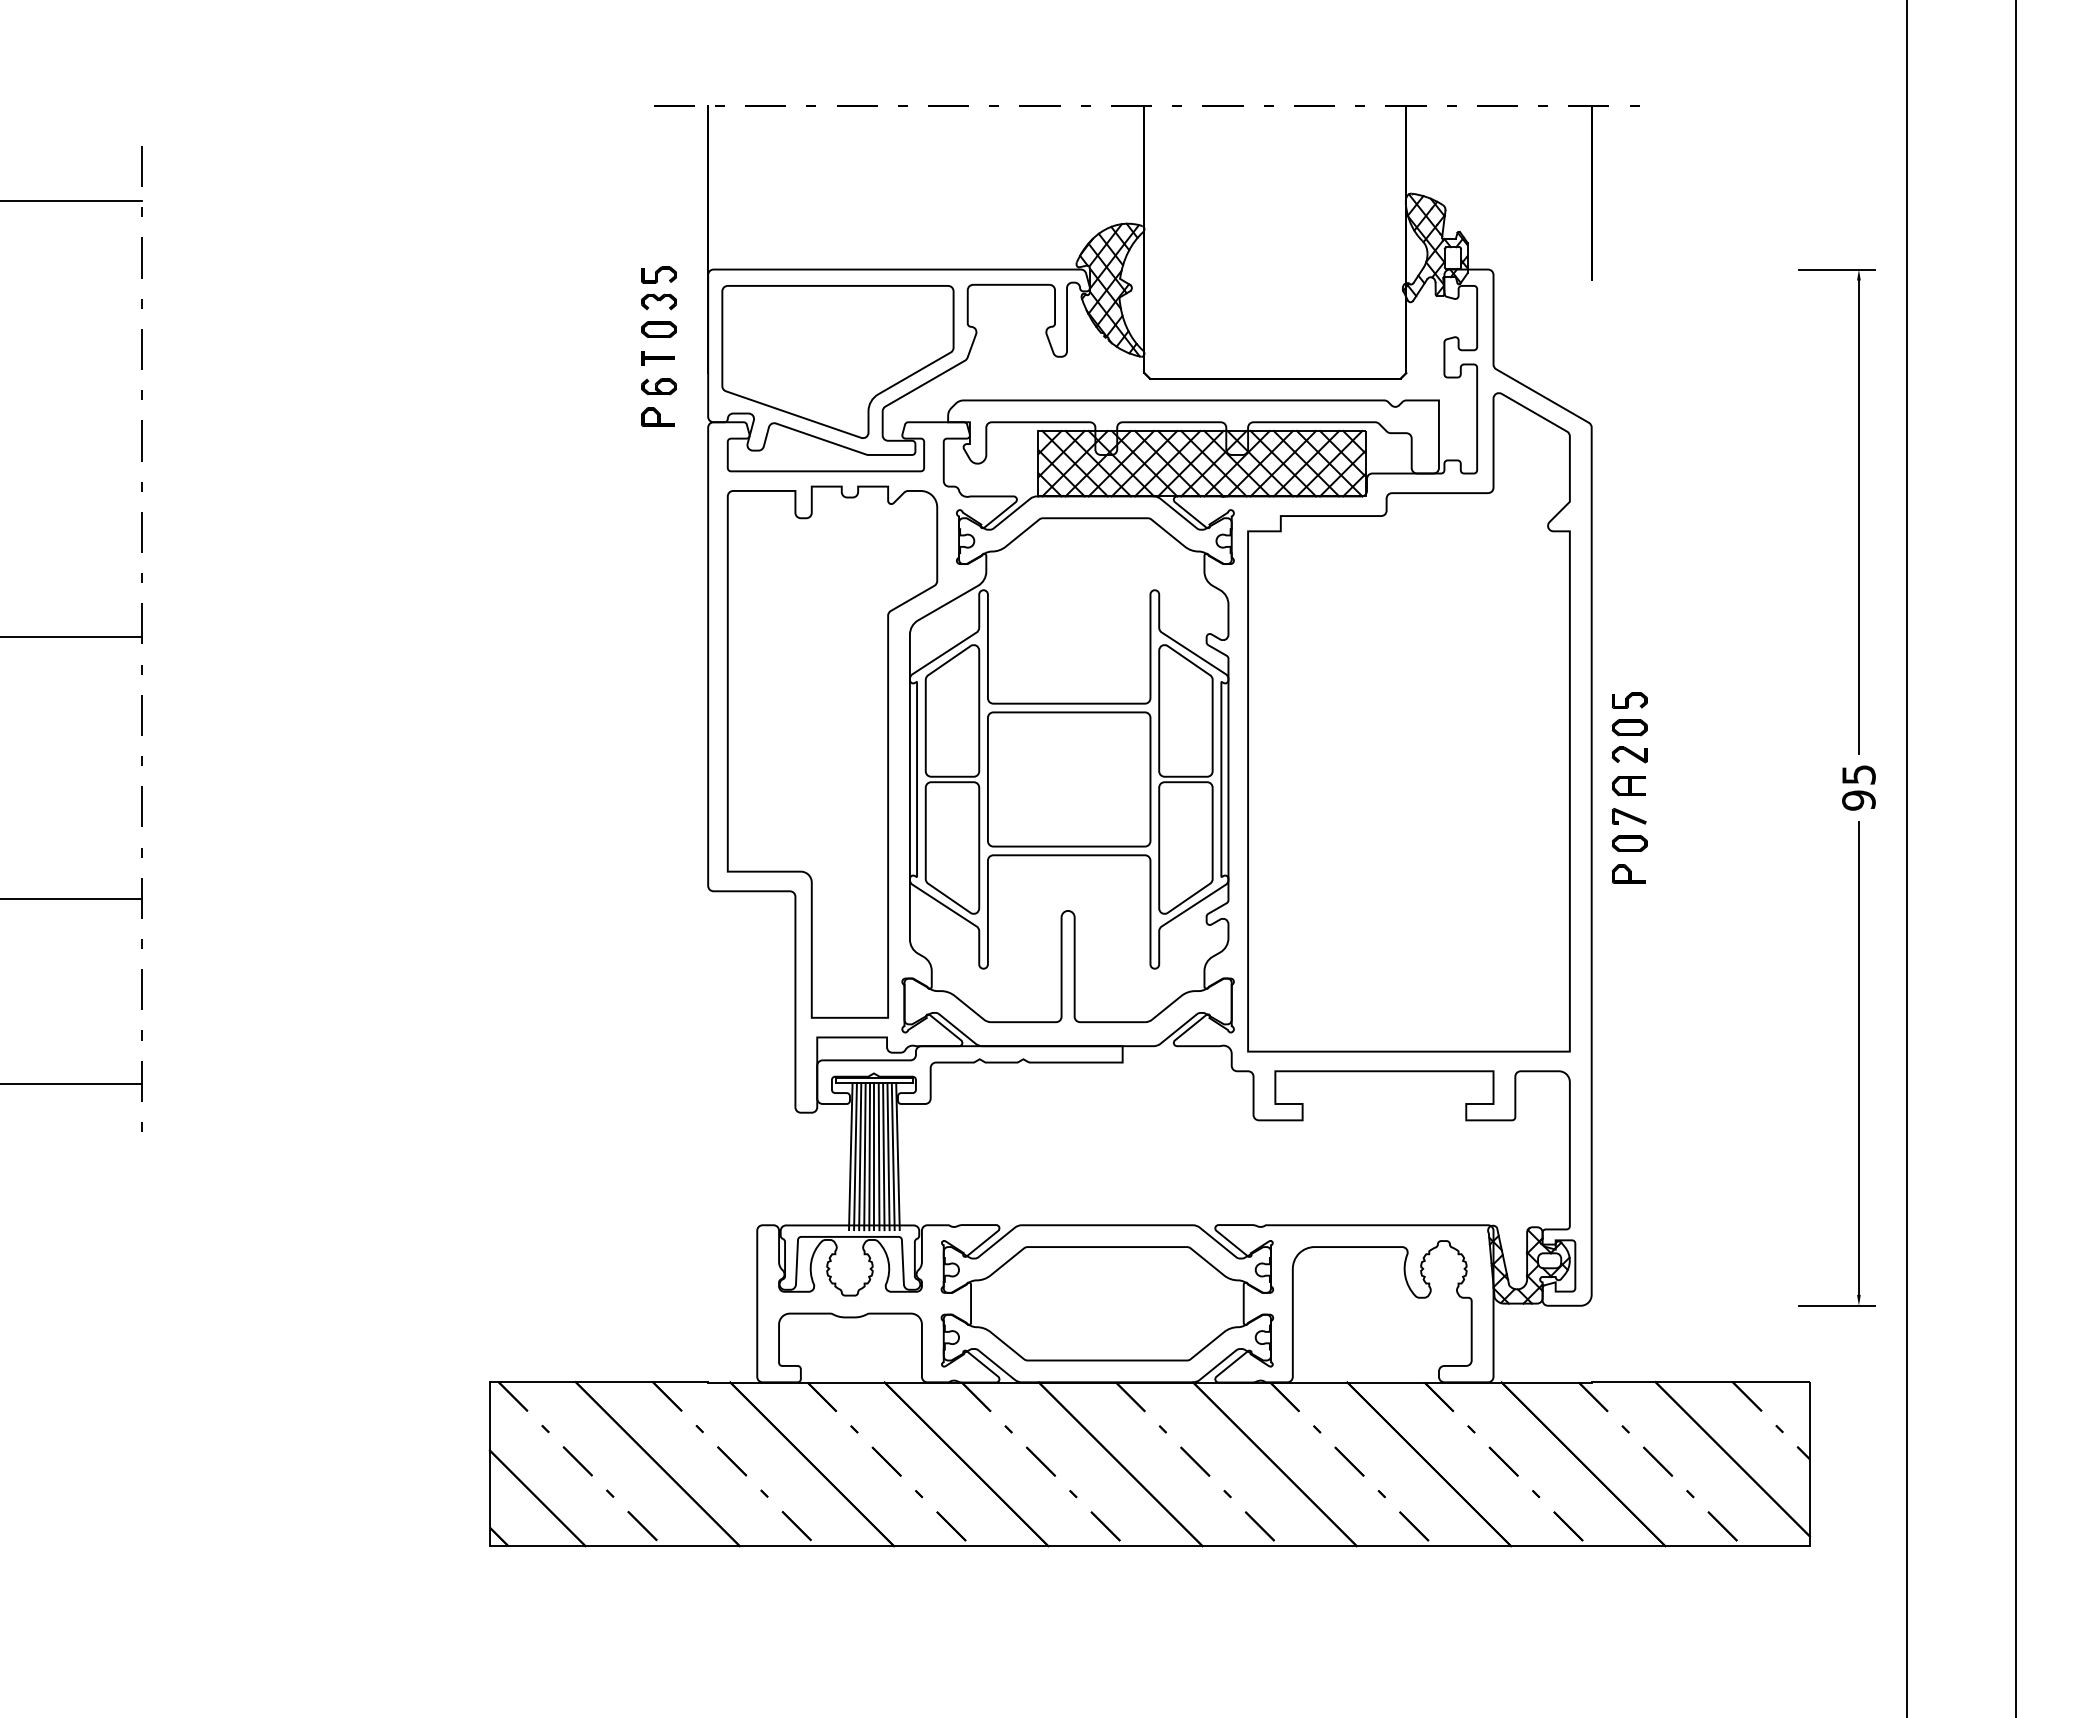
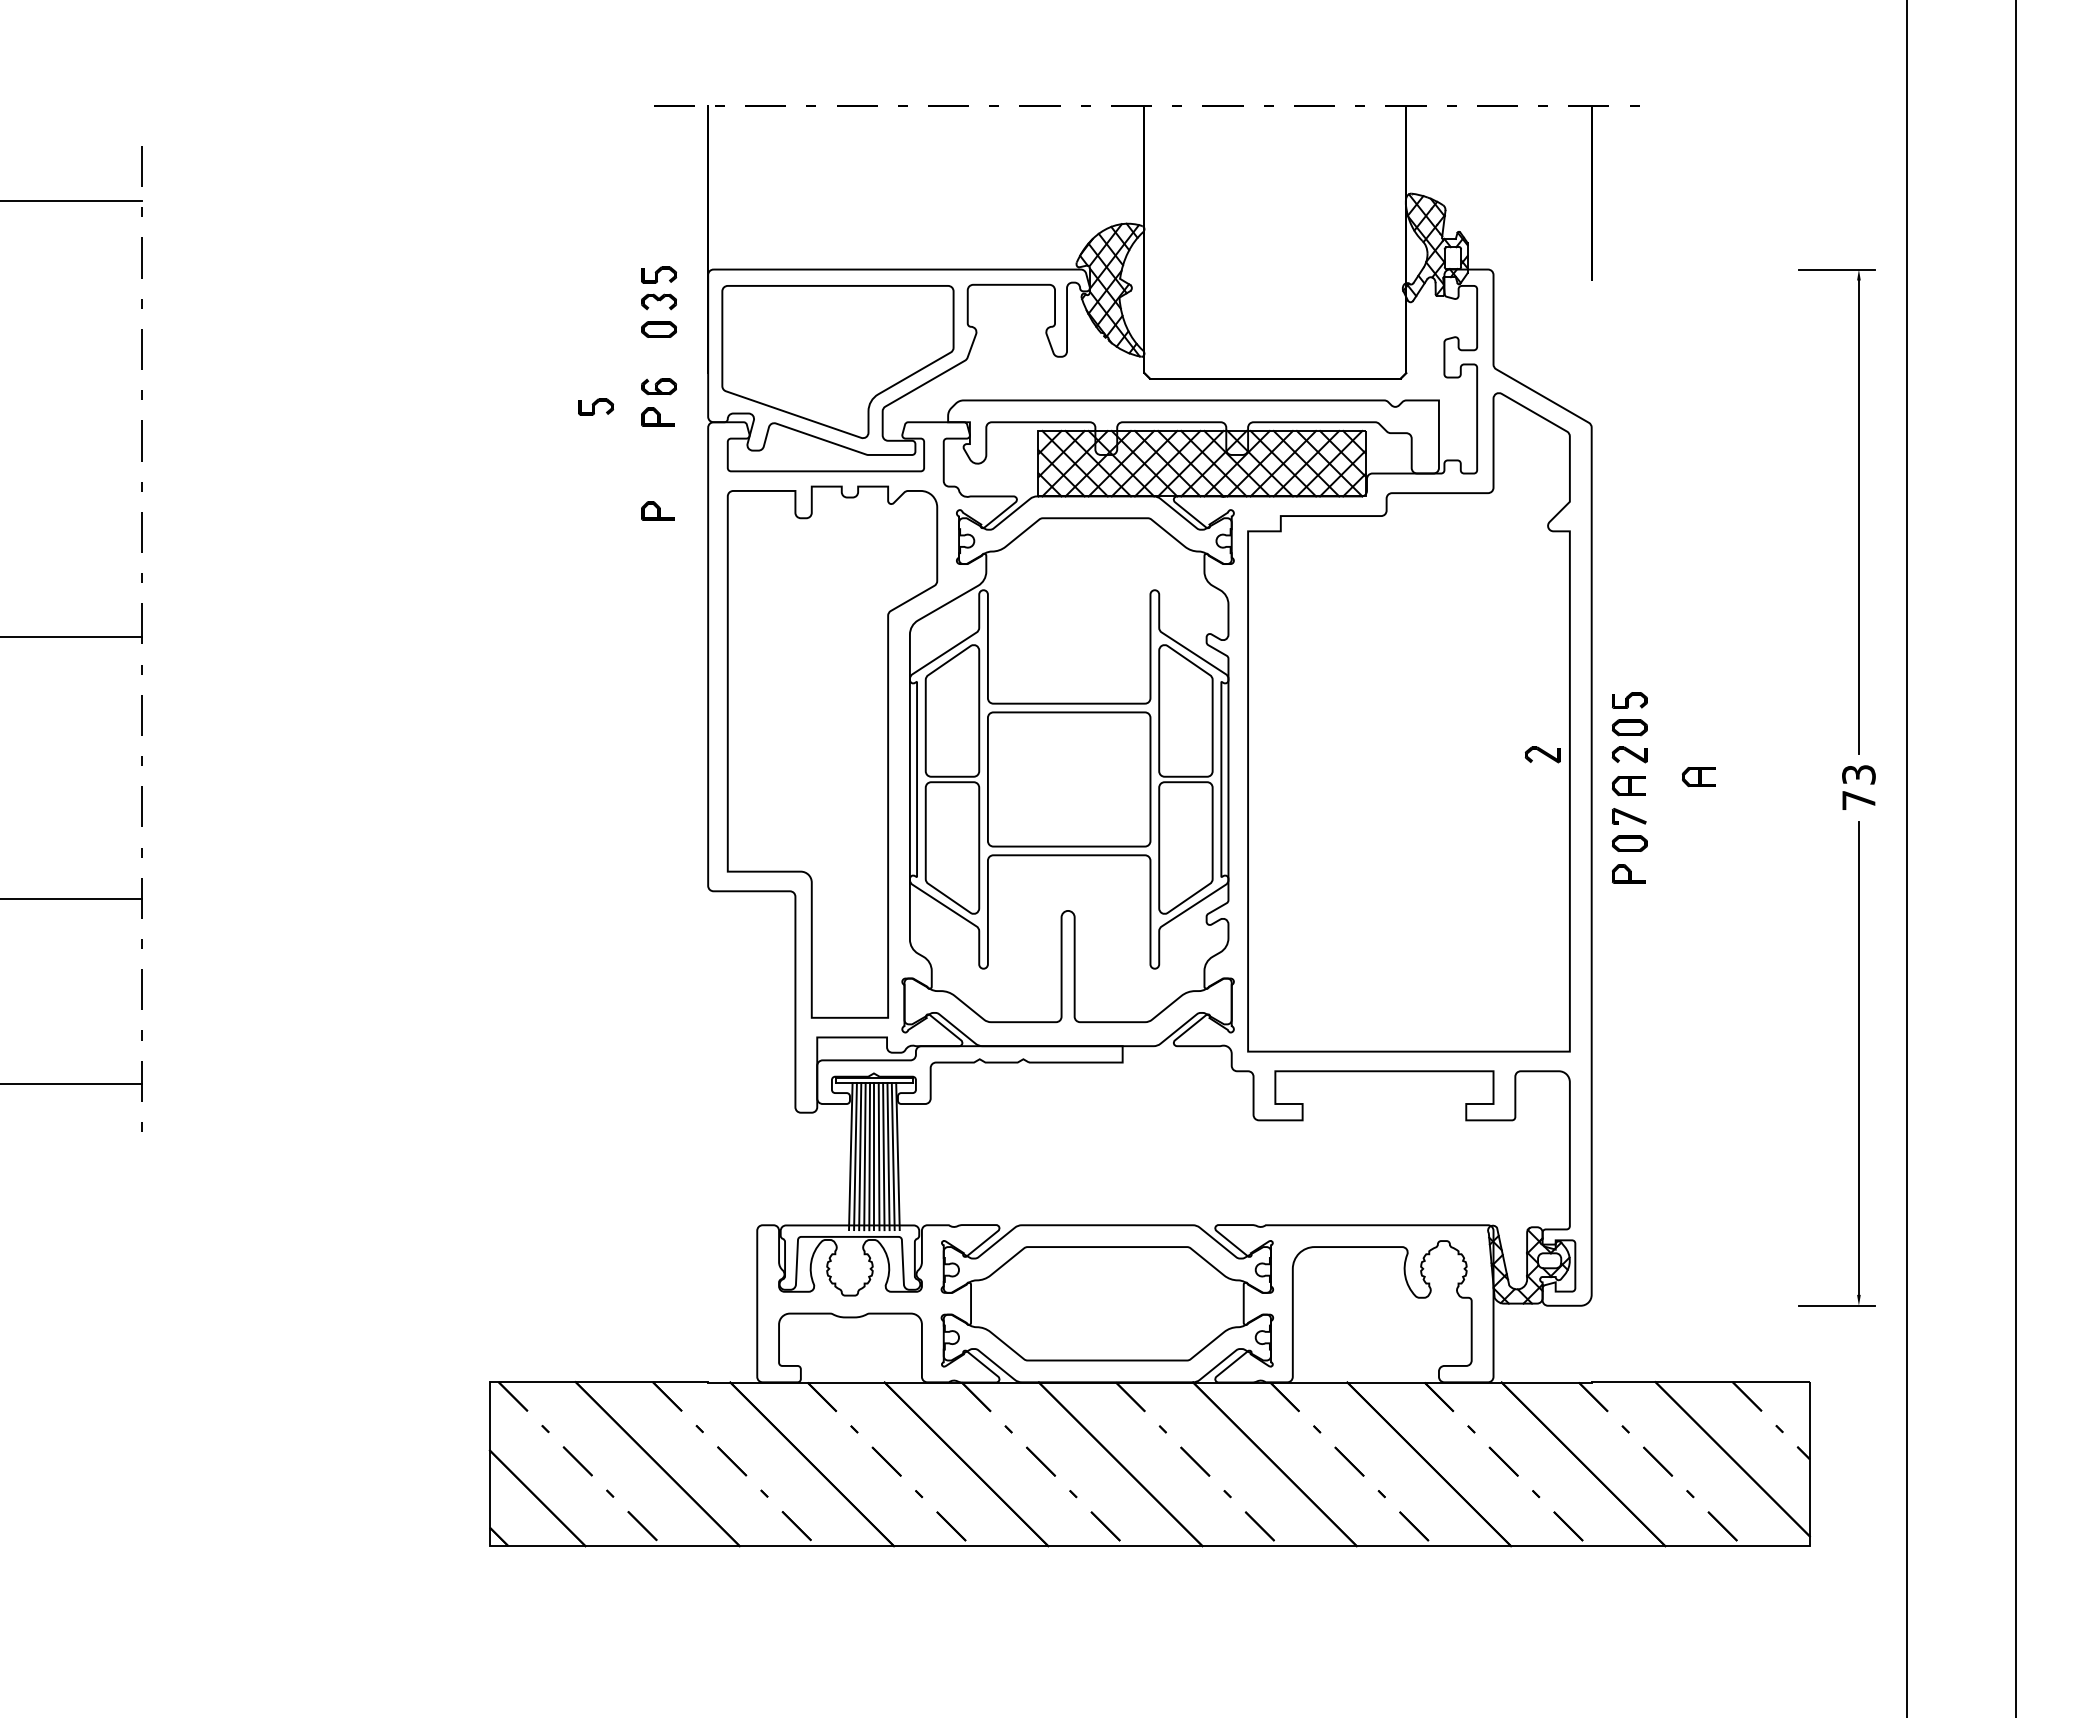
part at (657, 358): present -> none
part at (595, 406): none -> present
part at (657, 510): none -> present
part at (1542, 754): none -> present
part at (1698, 776): none -> present
text at (1858, 787): 95 -> 73
